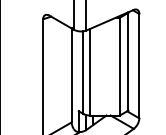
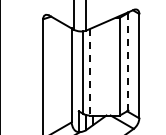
line at (128, 61): solid -> dashed
line at (89, 72): solid -> dashed
